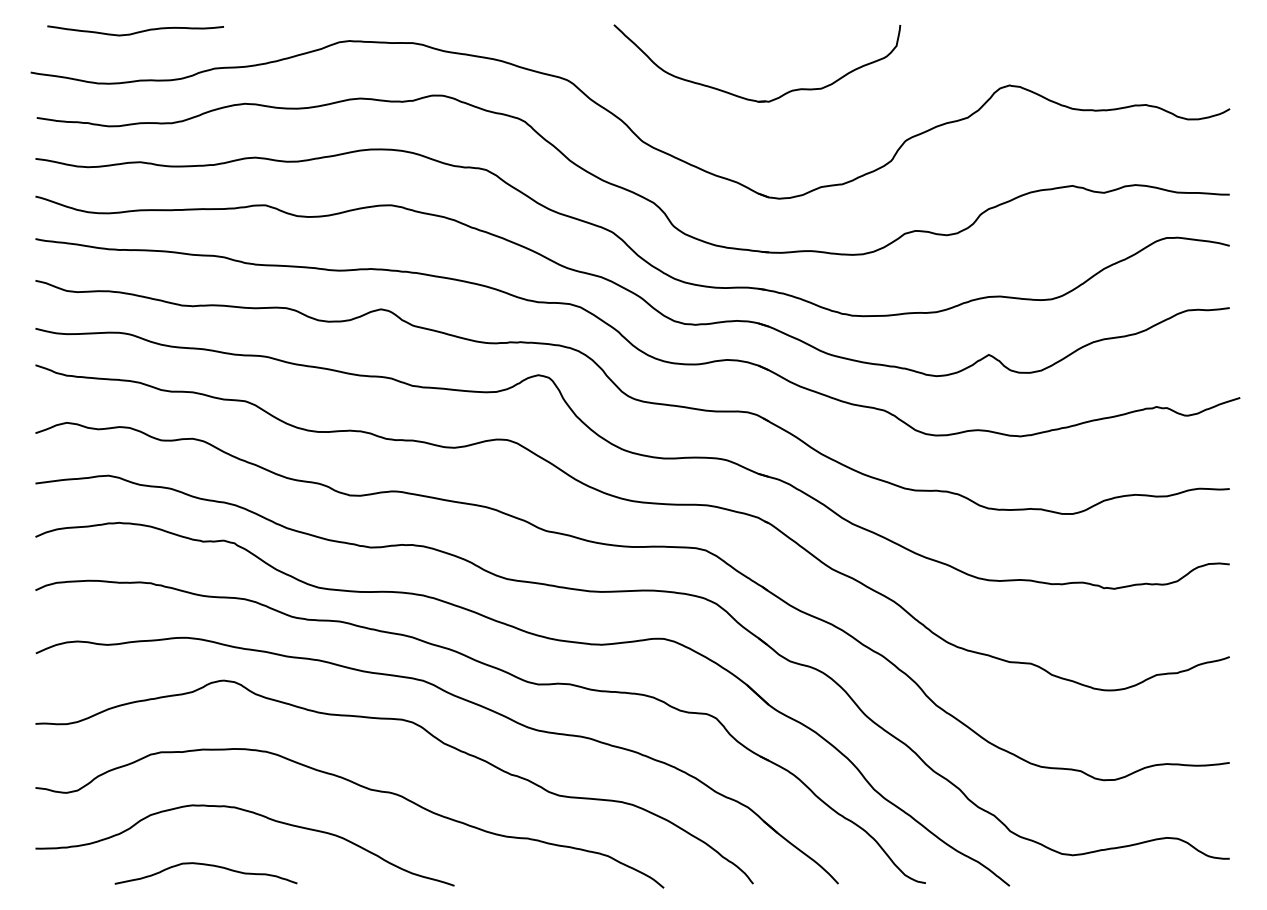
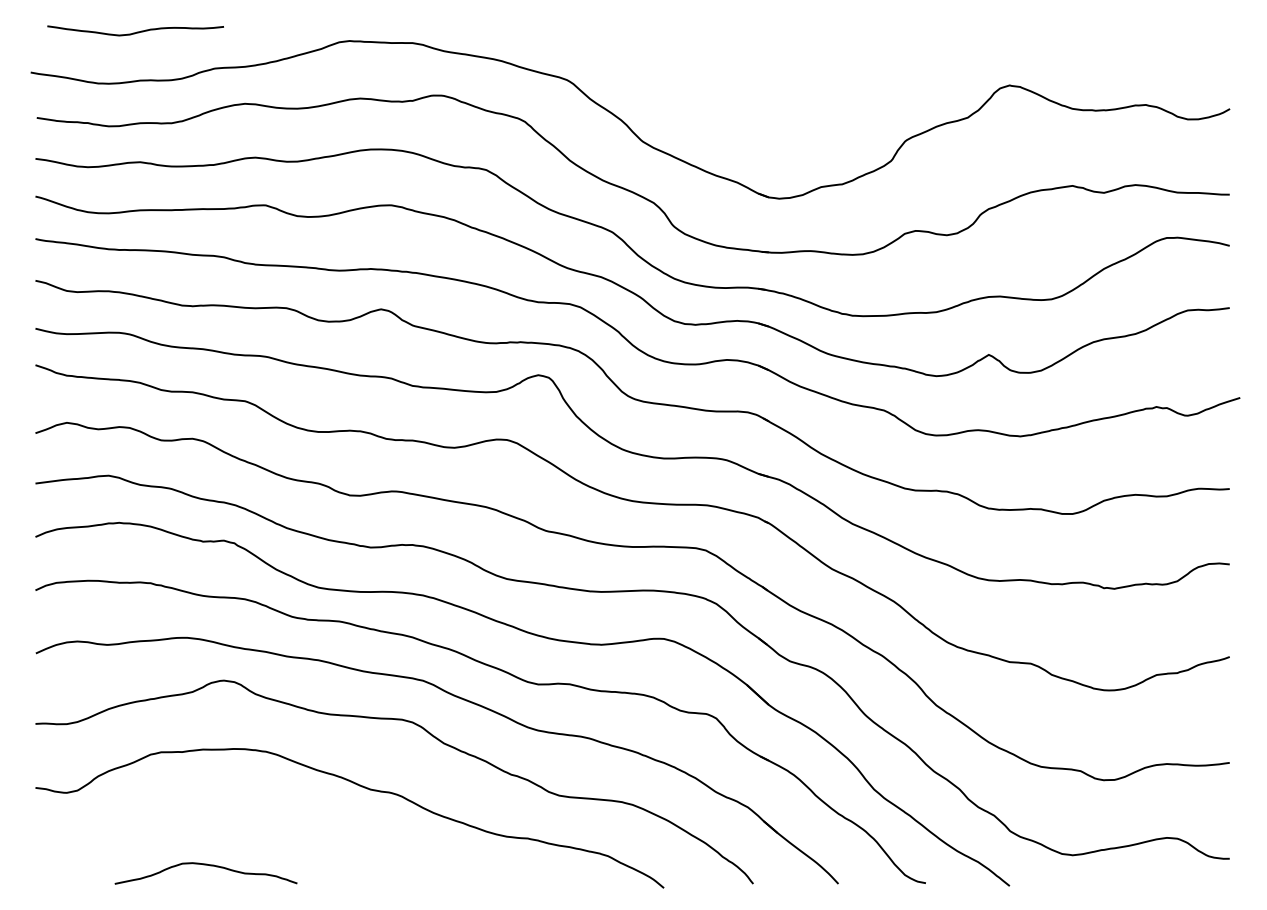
part at (745, 97): present -> none
curve at (257, 815): present -> none
